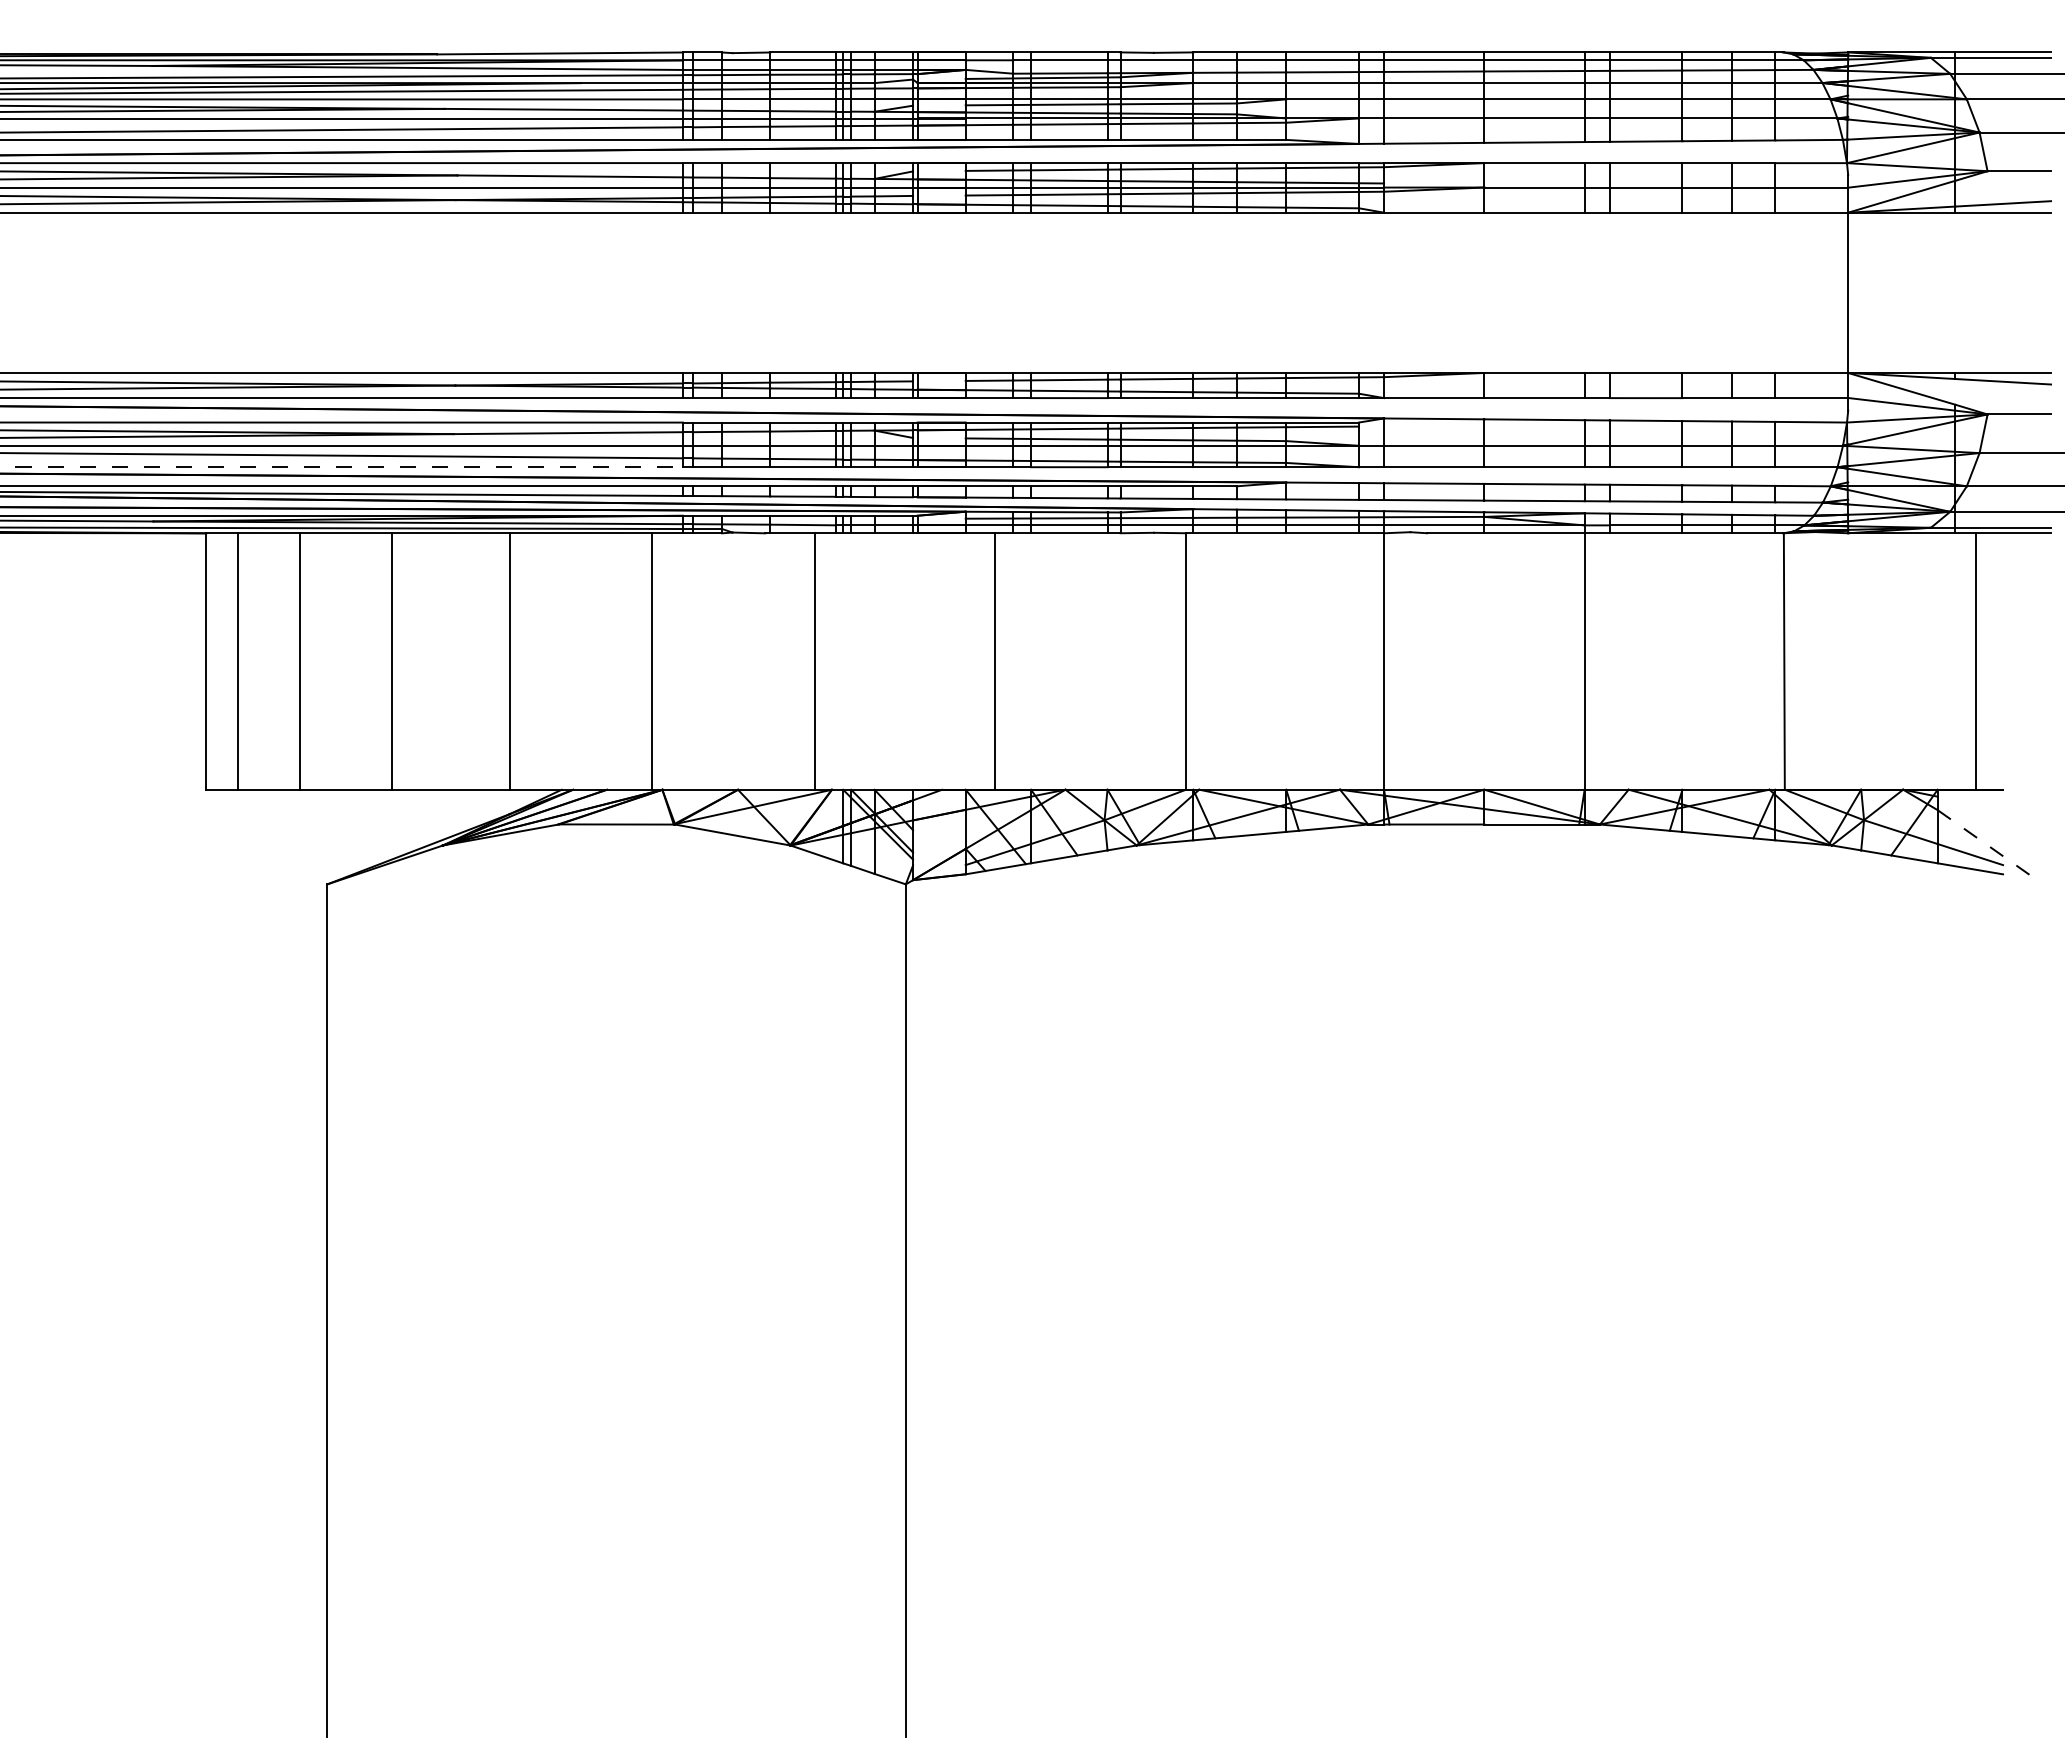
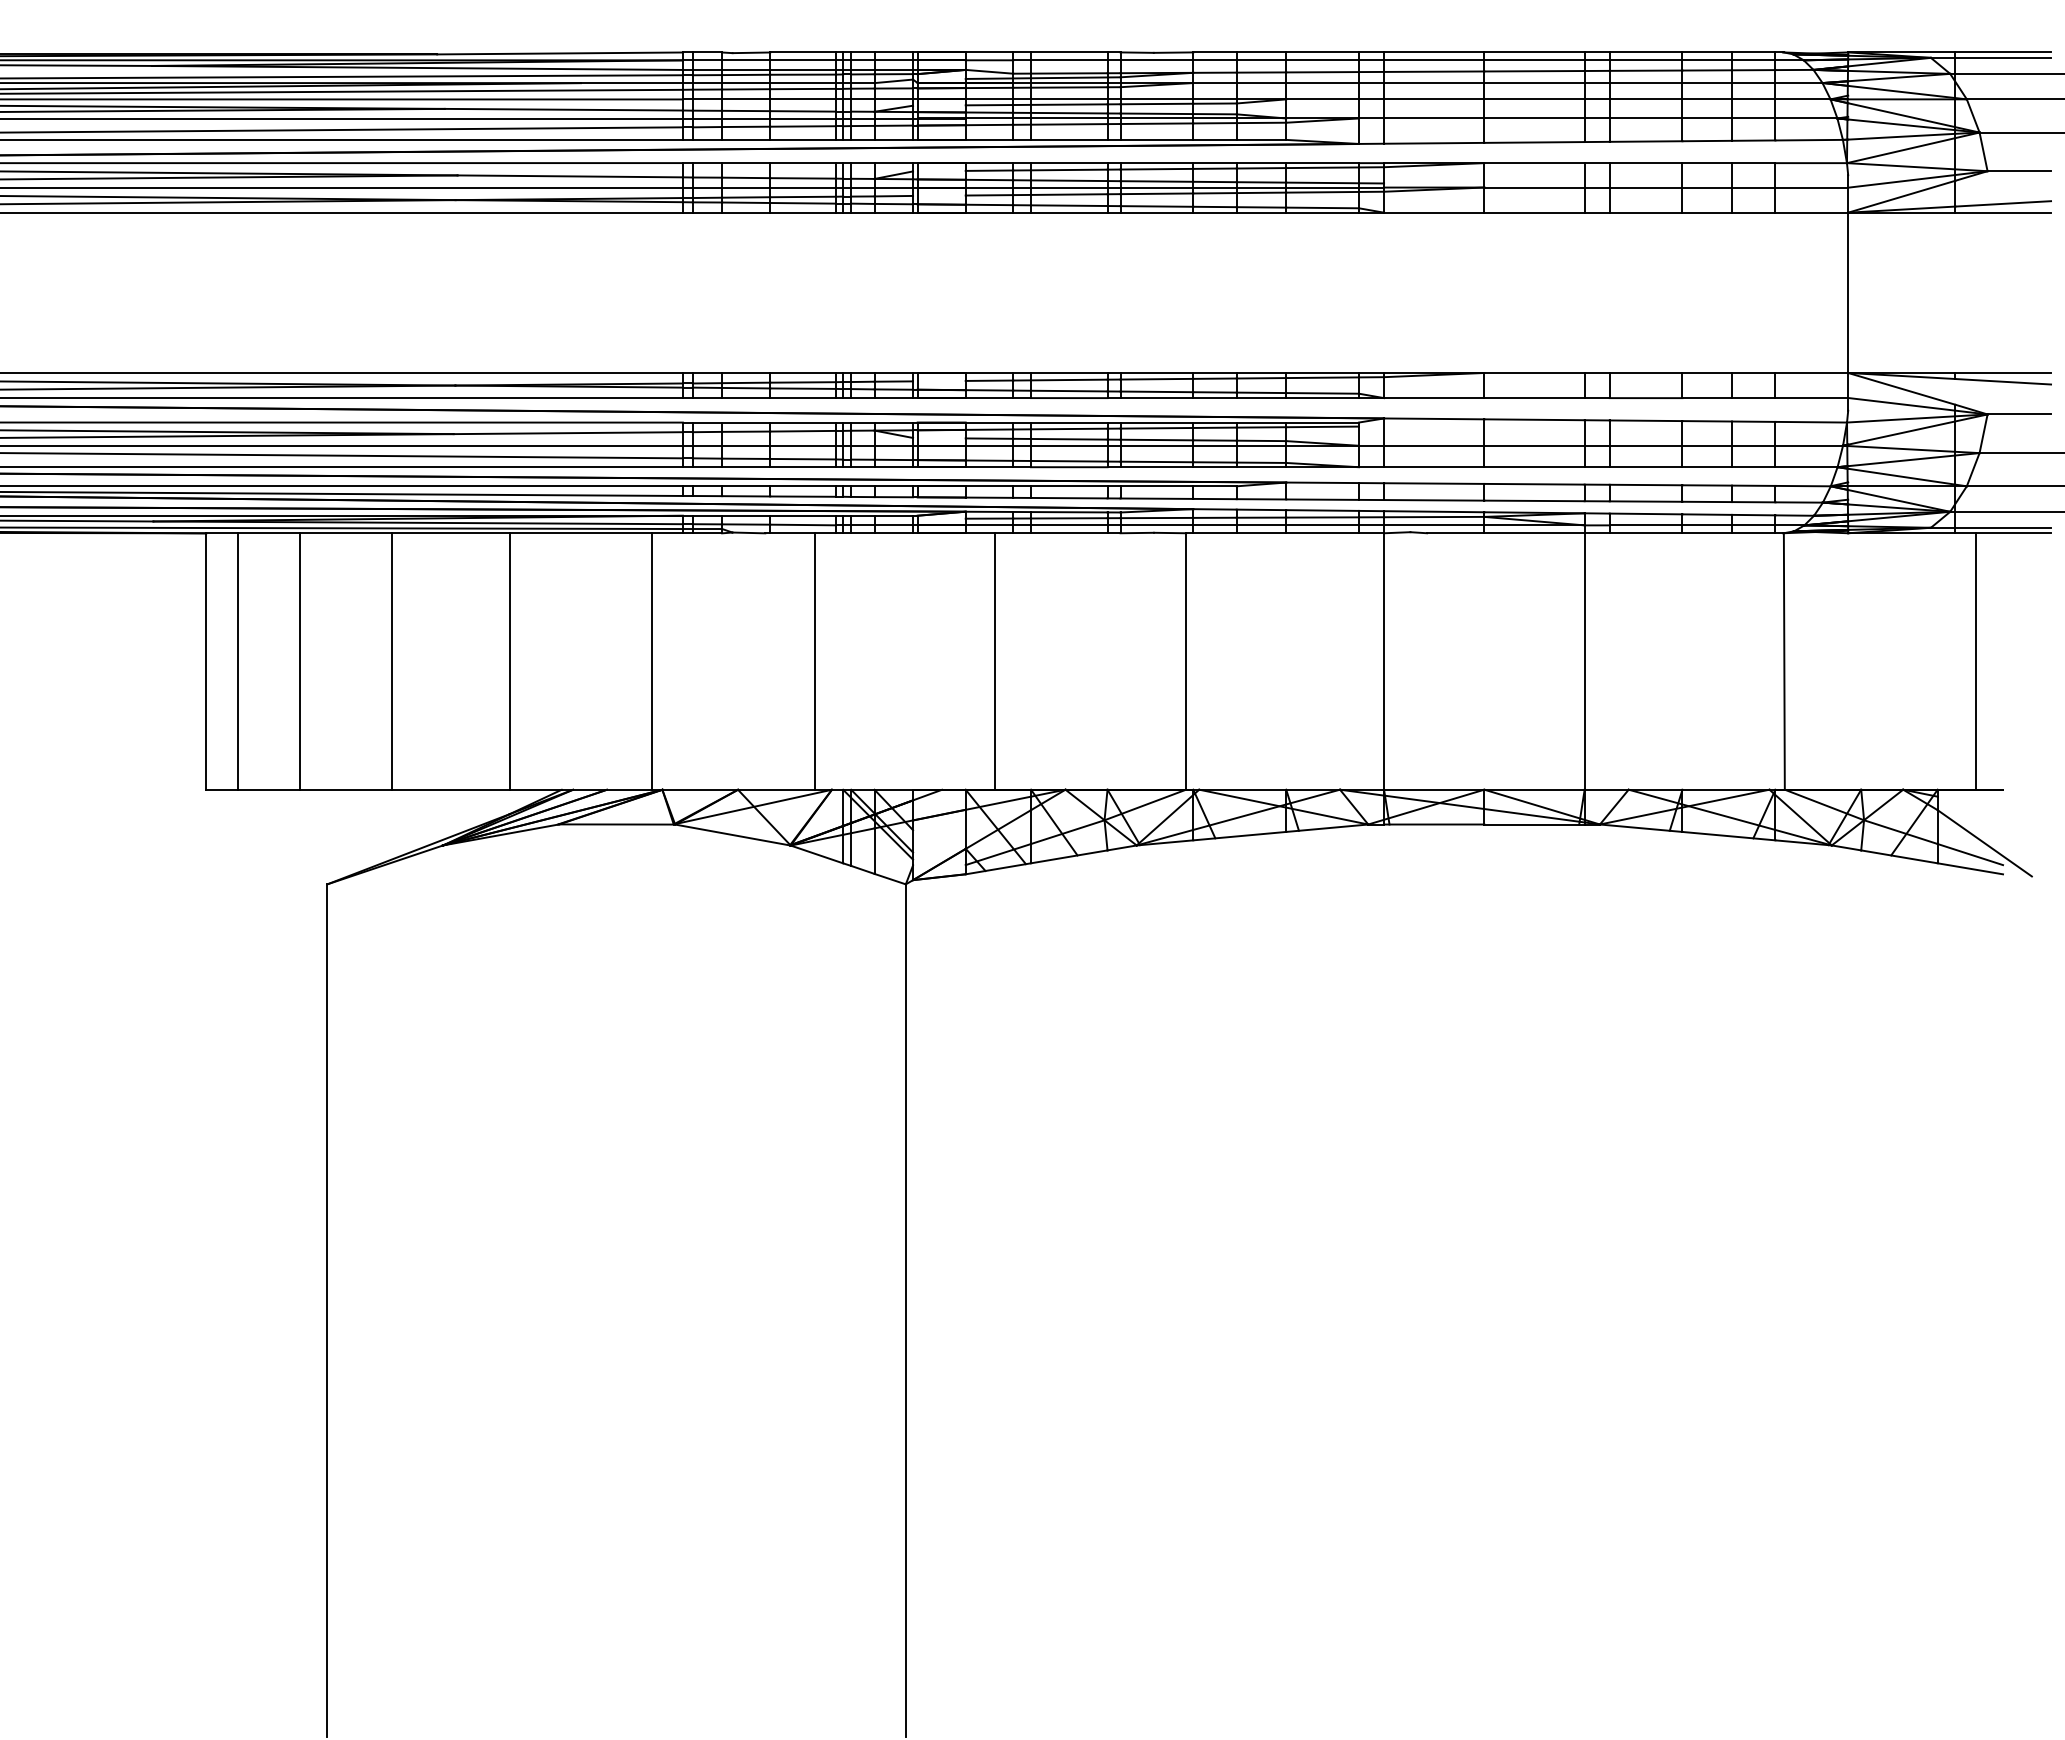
line at (342, 467): dashed -> solid
line at (1984, 843): dashed -> solid
